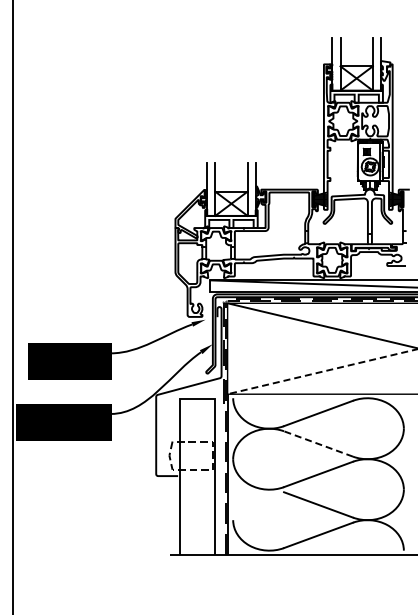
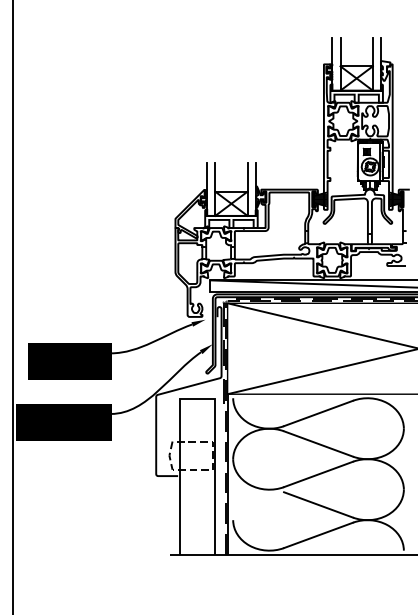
line at (321, 371): dashed -> solid
line at (318, 443): dashed -> solid
